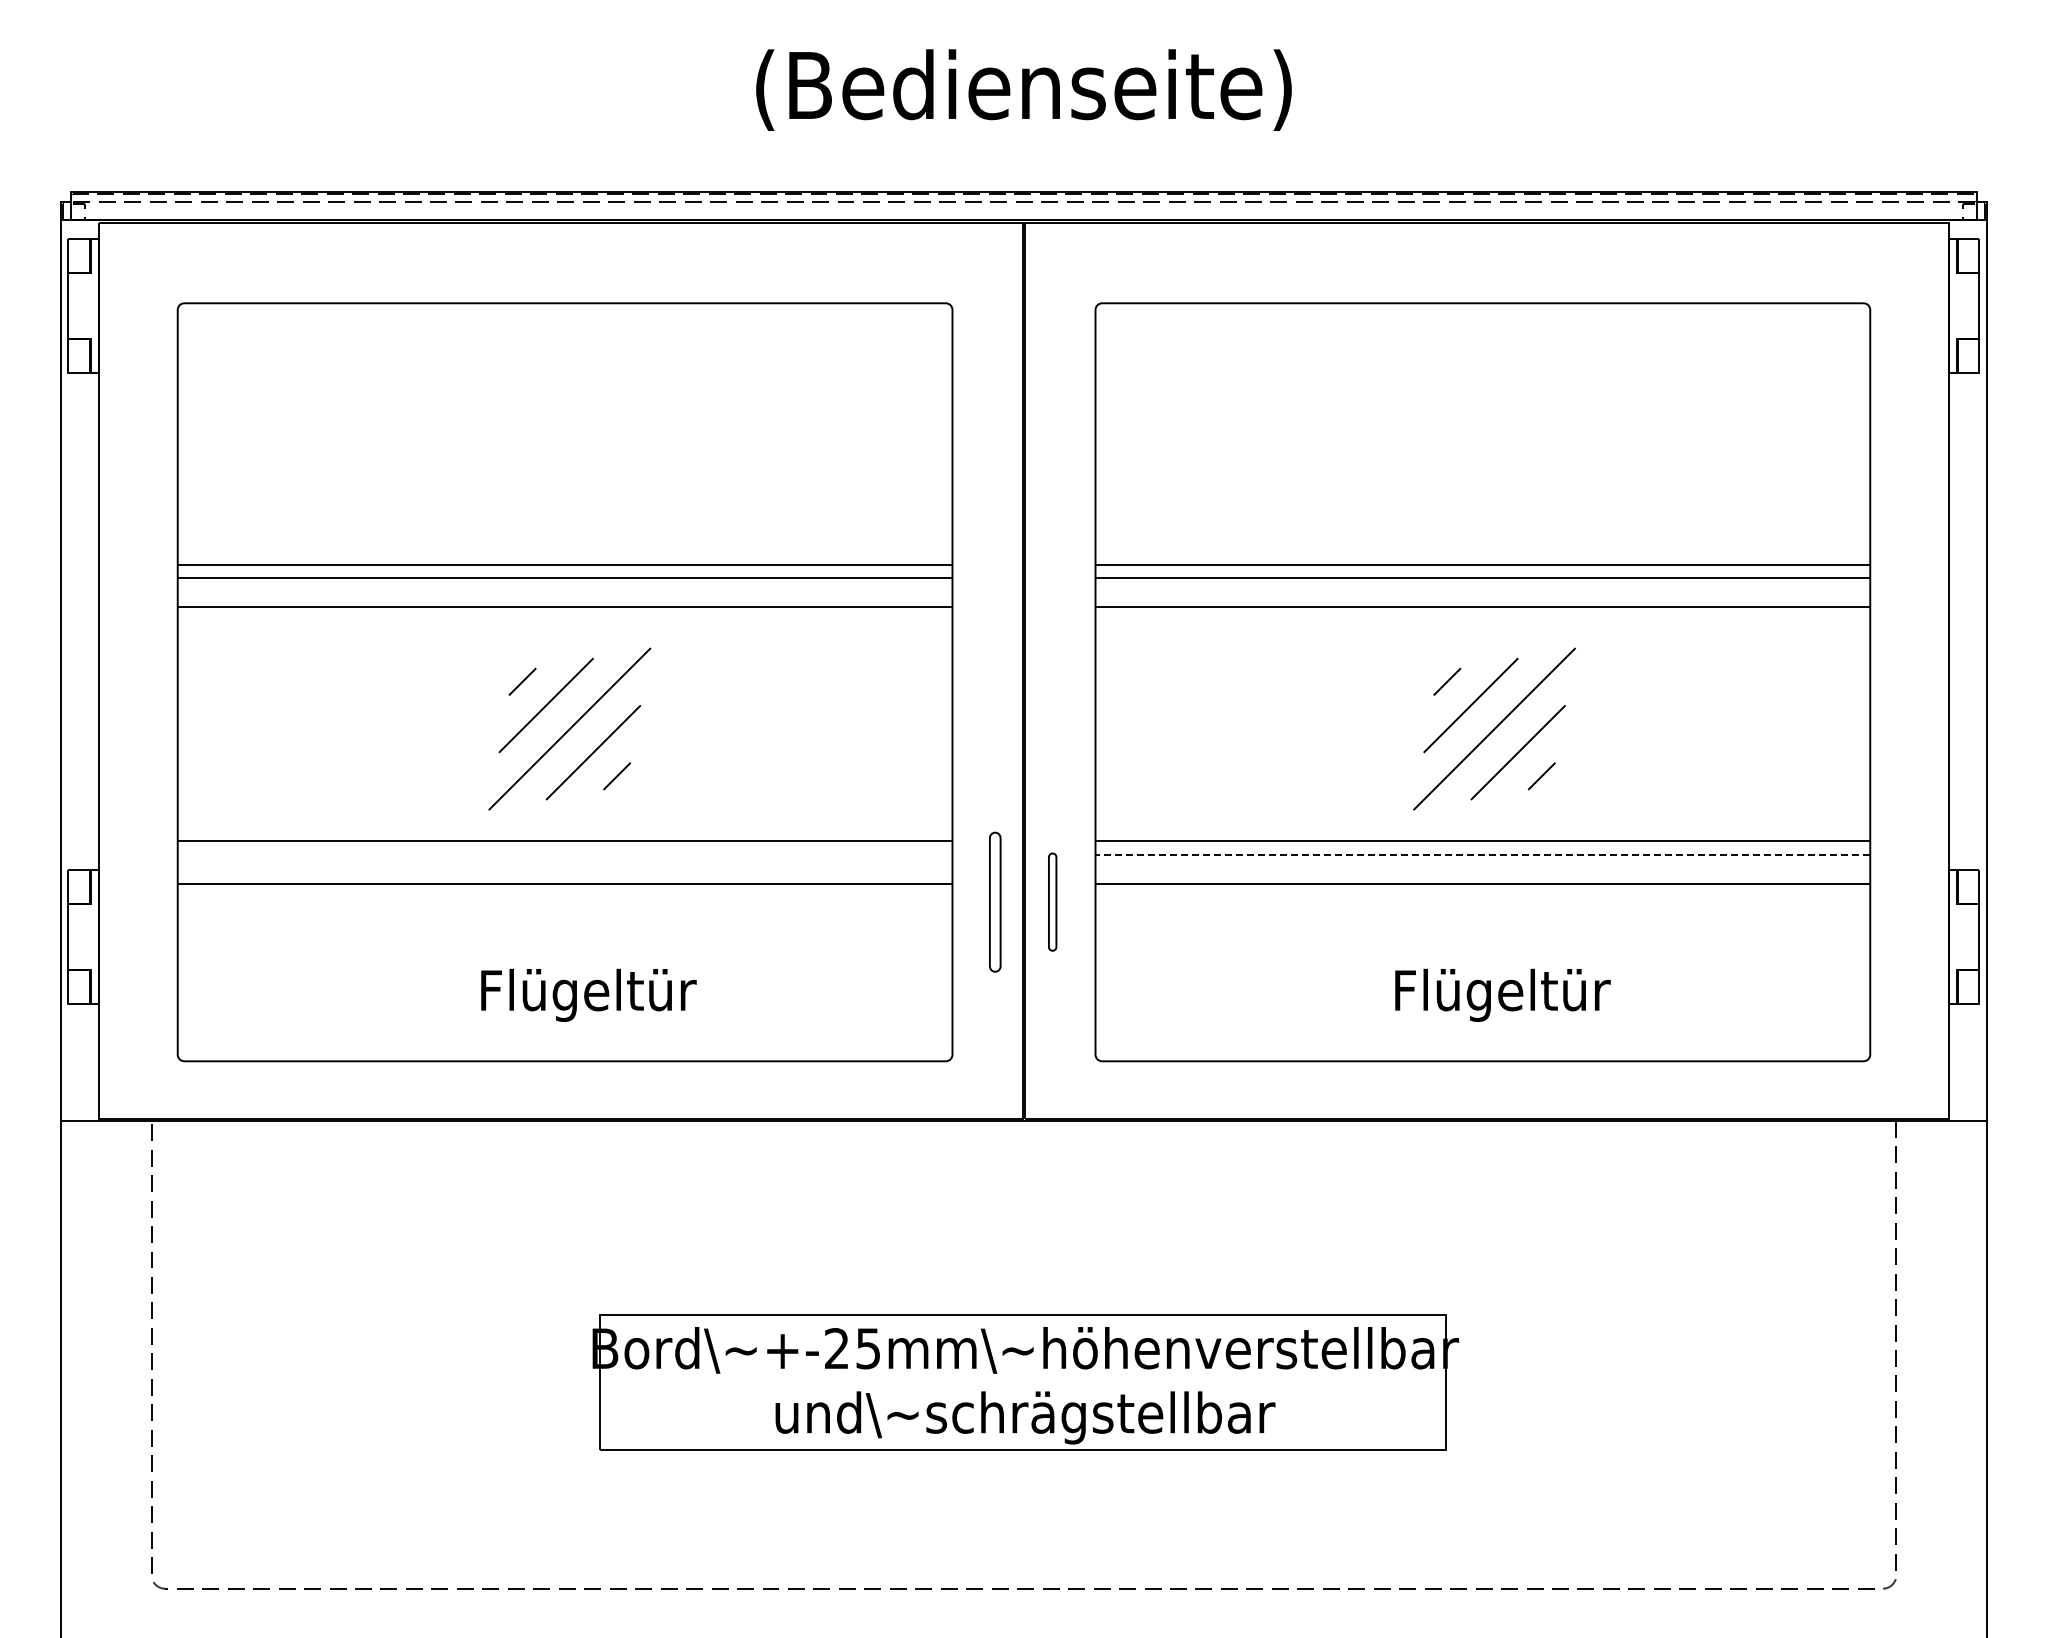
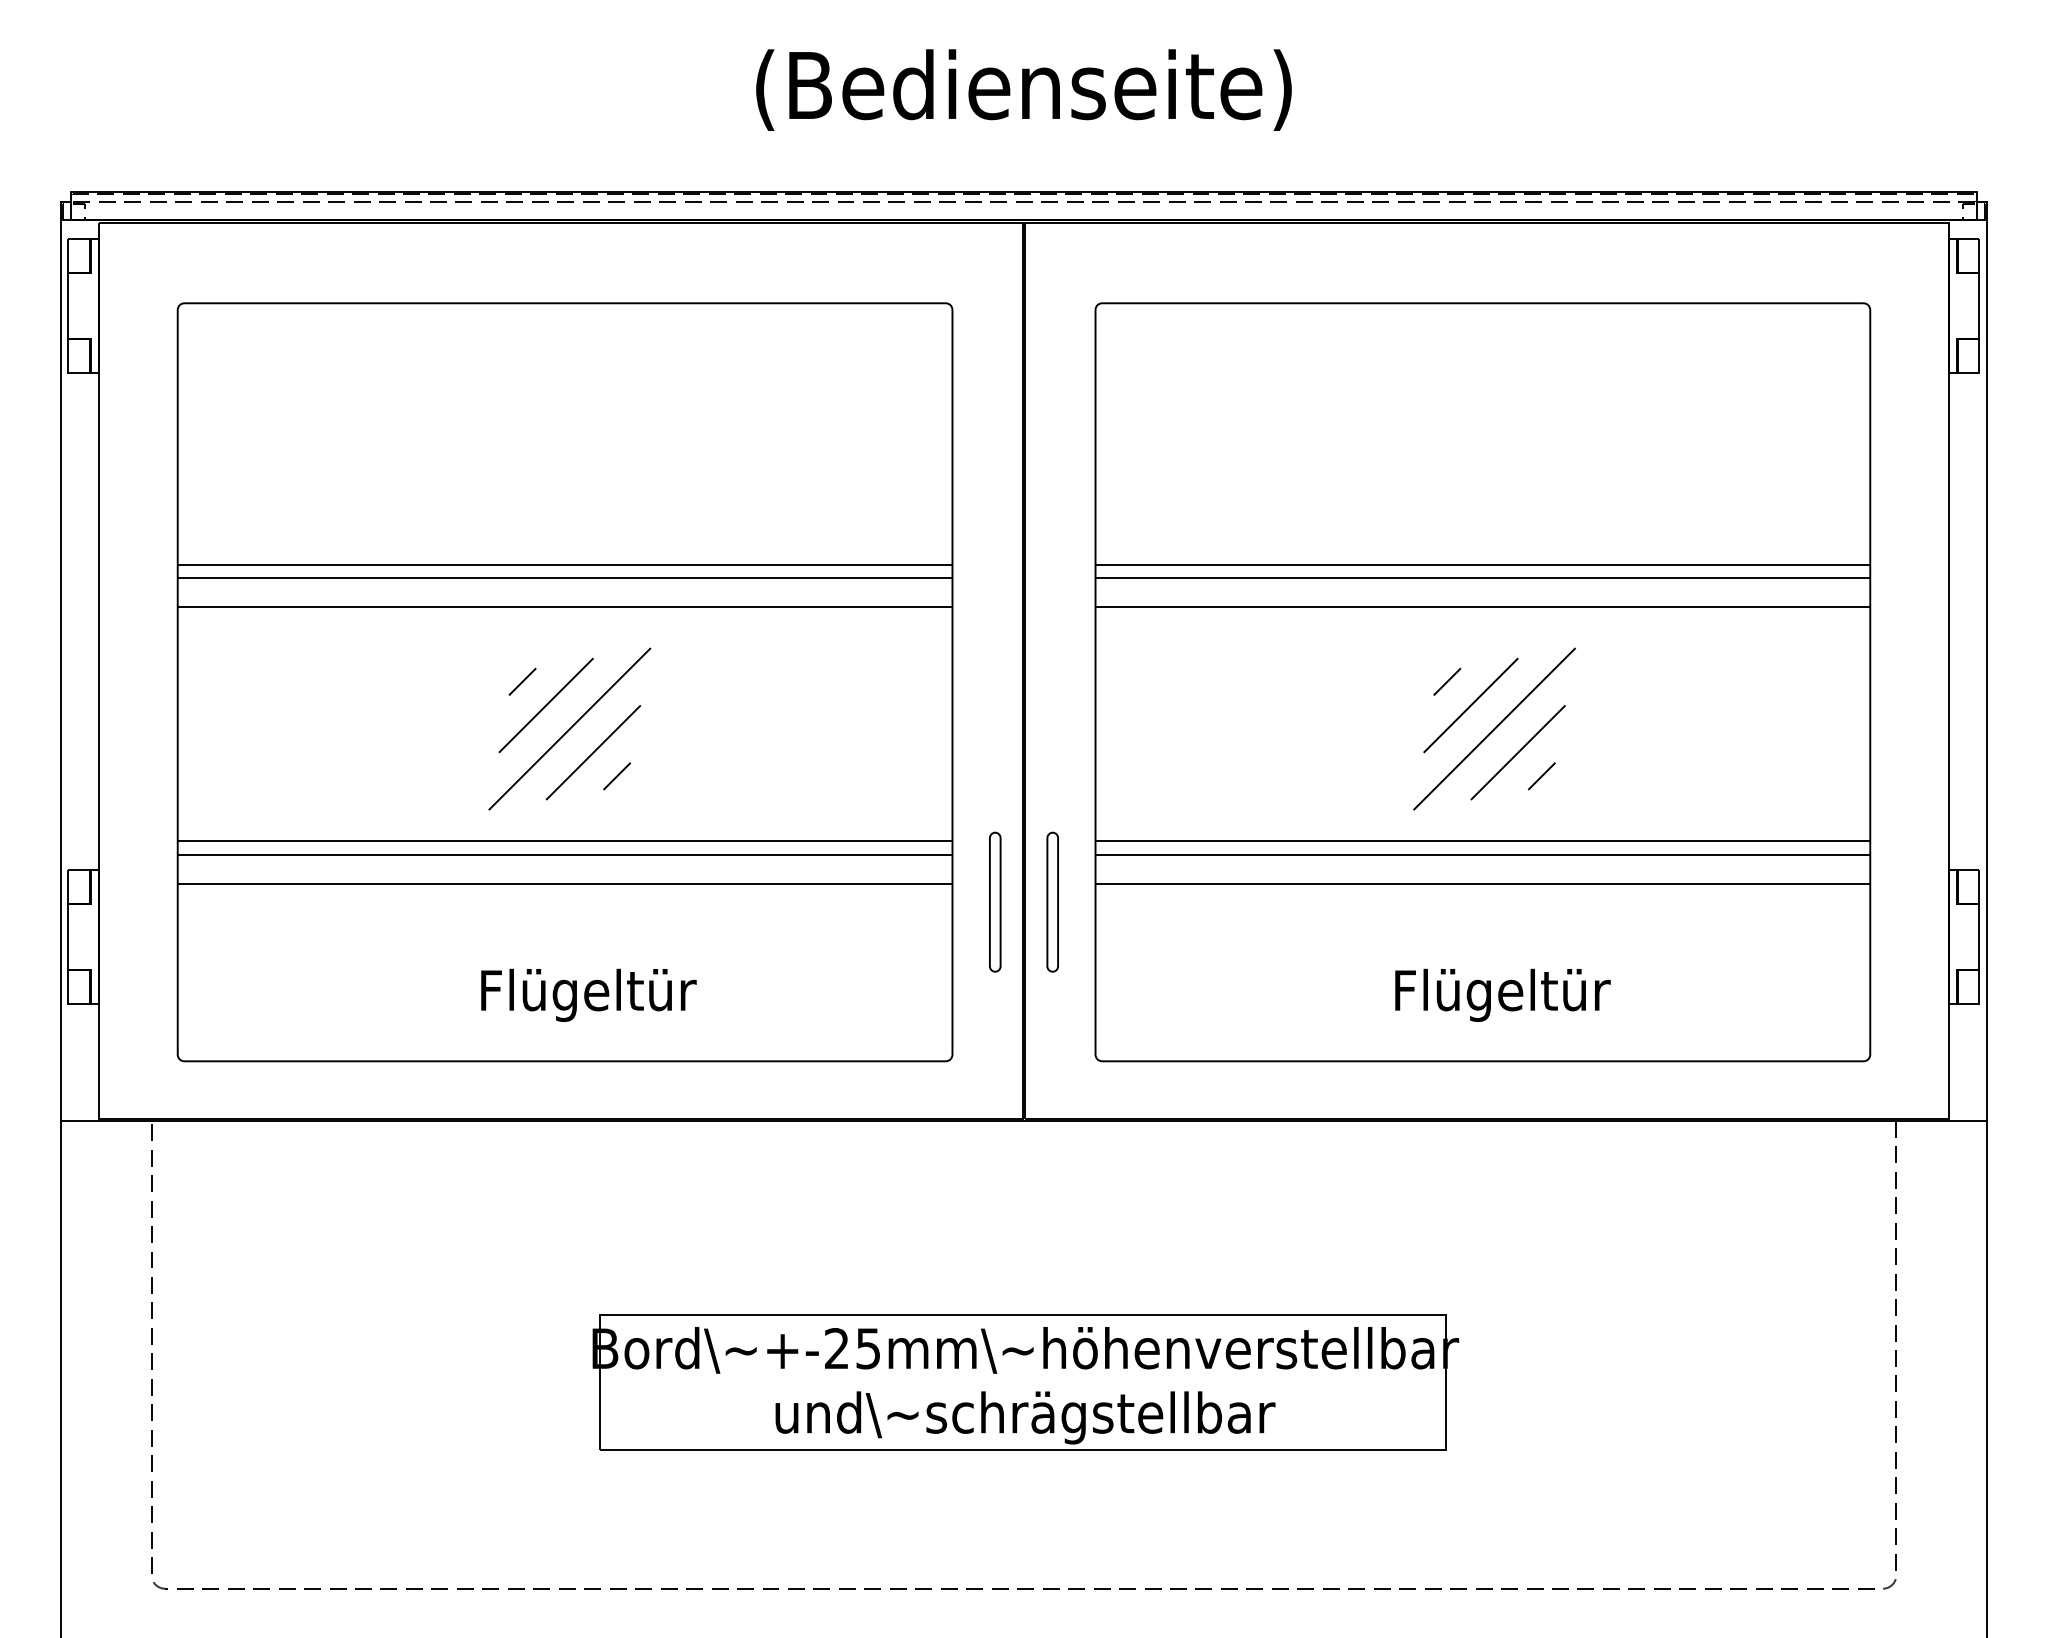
line at (564, 854): none -> present
line at (1482, 854): dashed -> solid
part at (1052, 901) size: 10x100 px -> 13x142 px
